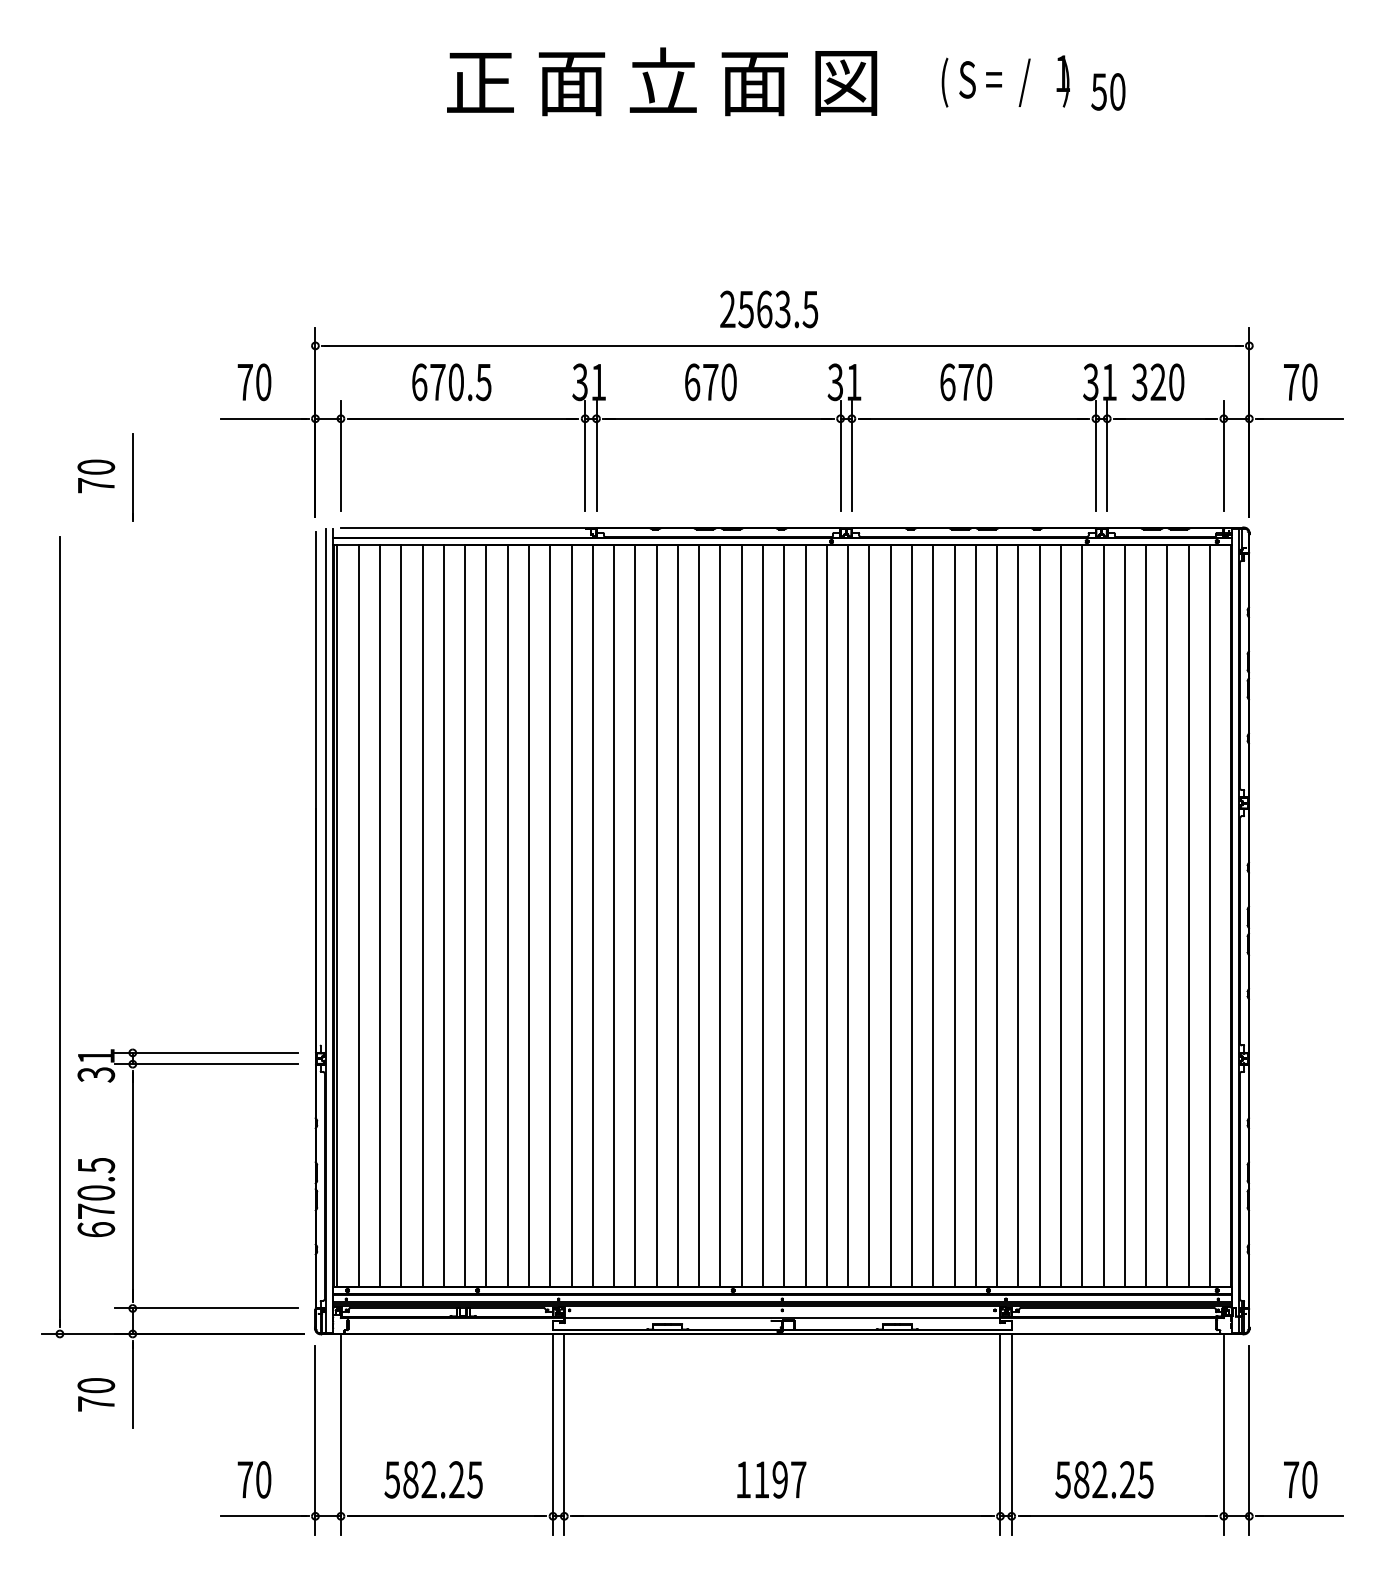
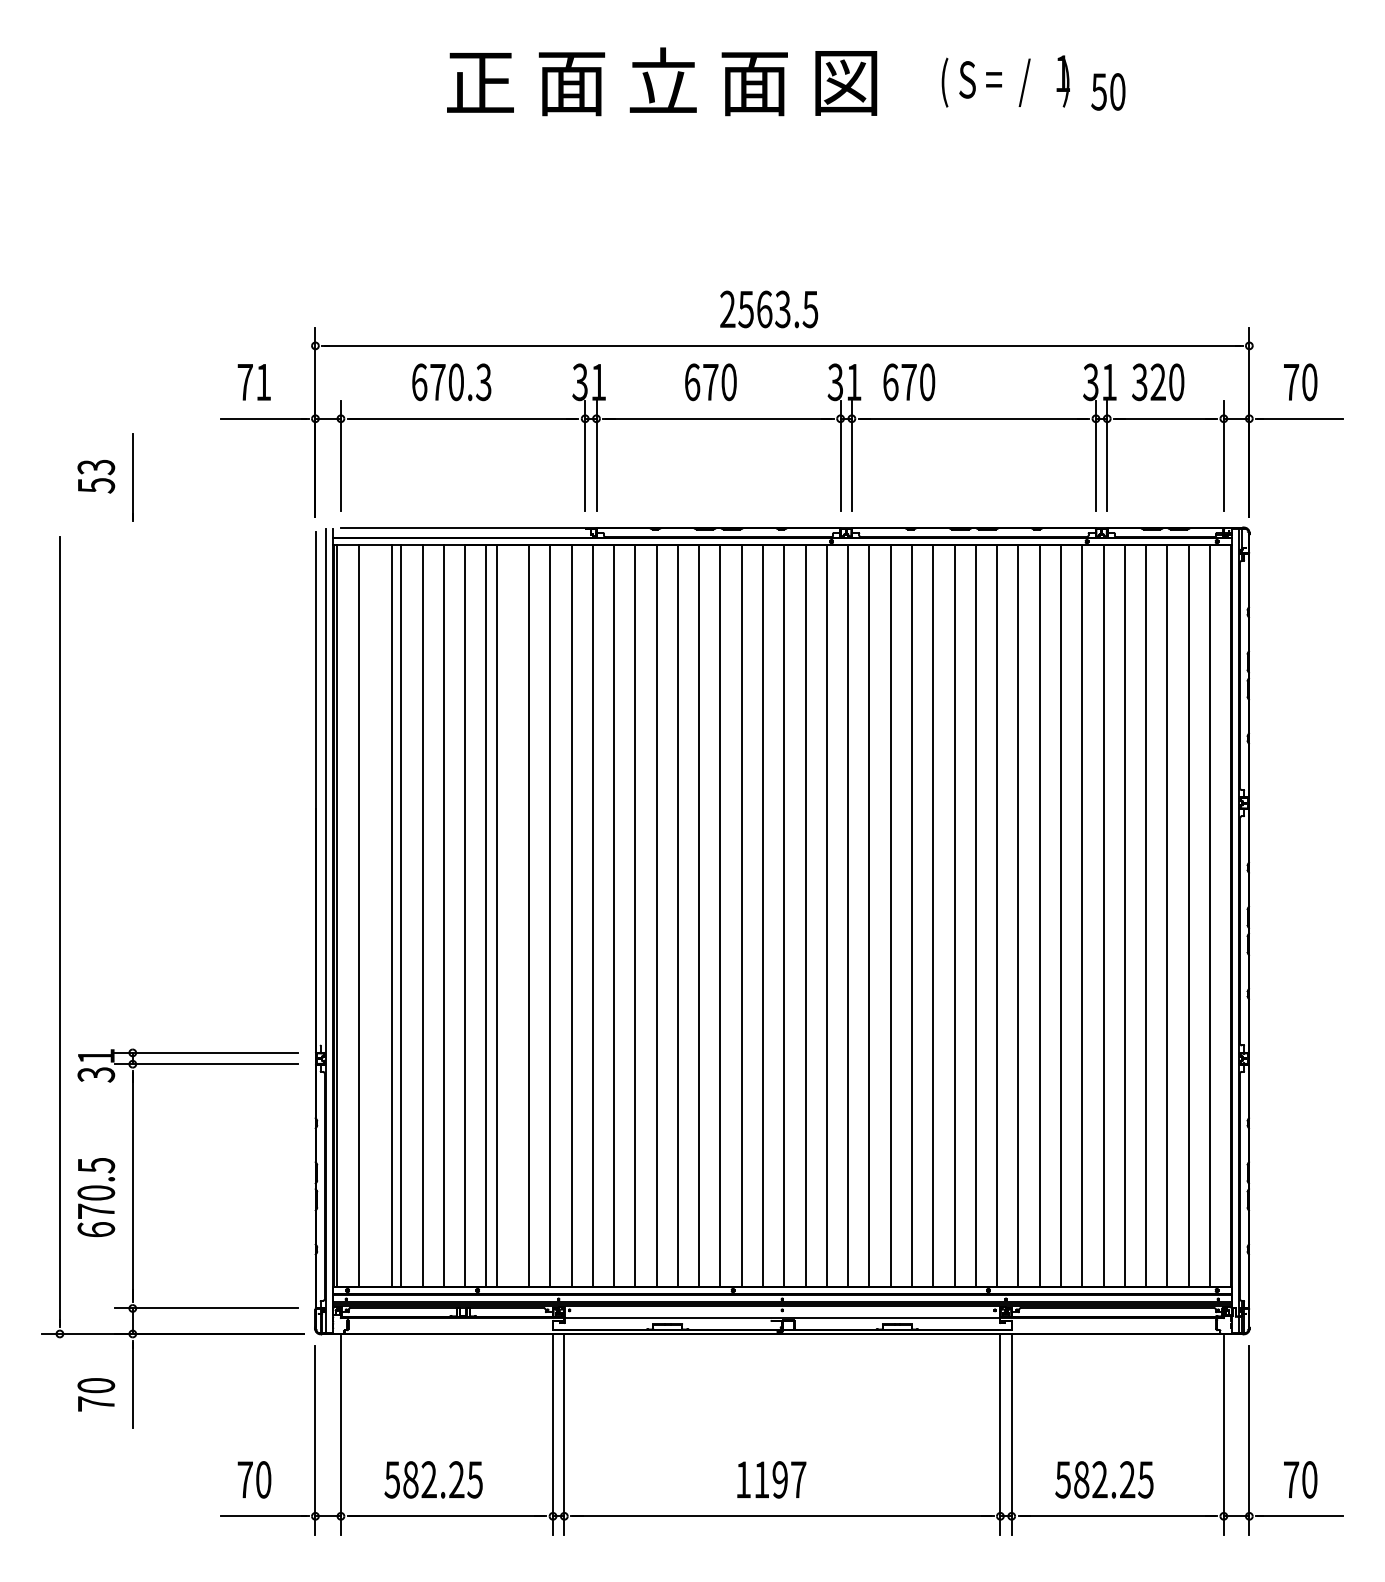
text at (483, 381): 670.5 -> 670.3
text at (263, 382): 70 -> 71
text at (966, 382) position: (966, 382) -> (909, 382)
text at (96, 476): 70 -> 53
line at (379, 915) position: (379, 915) -> (391, 915)
line at (507, 915) position: (507, 915) -> (496, 915)
